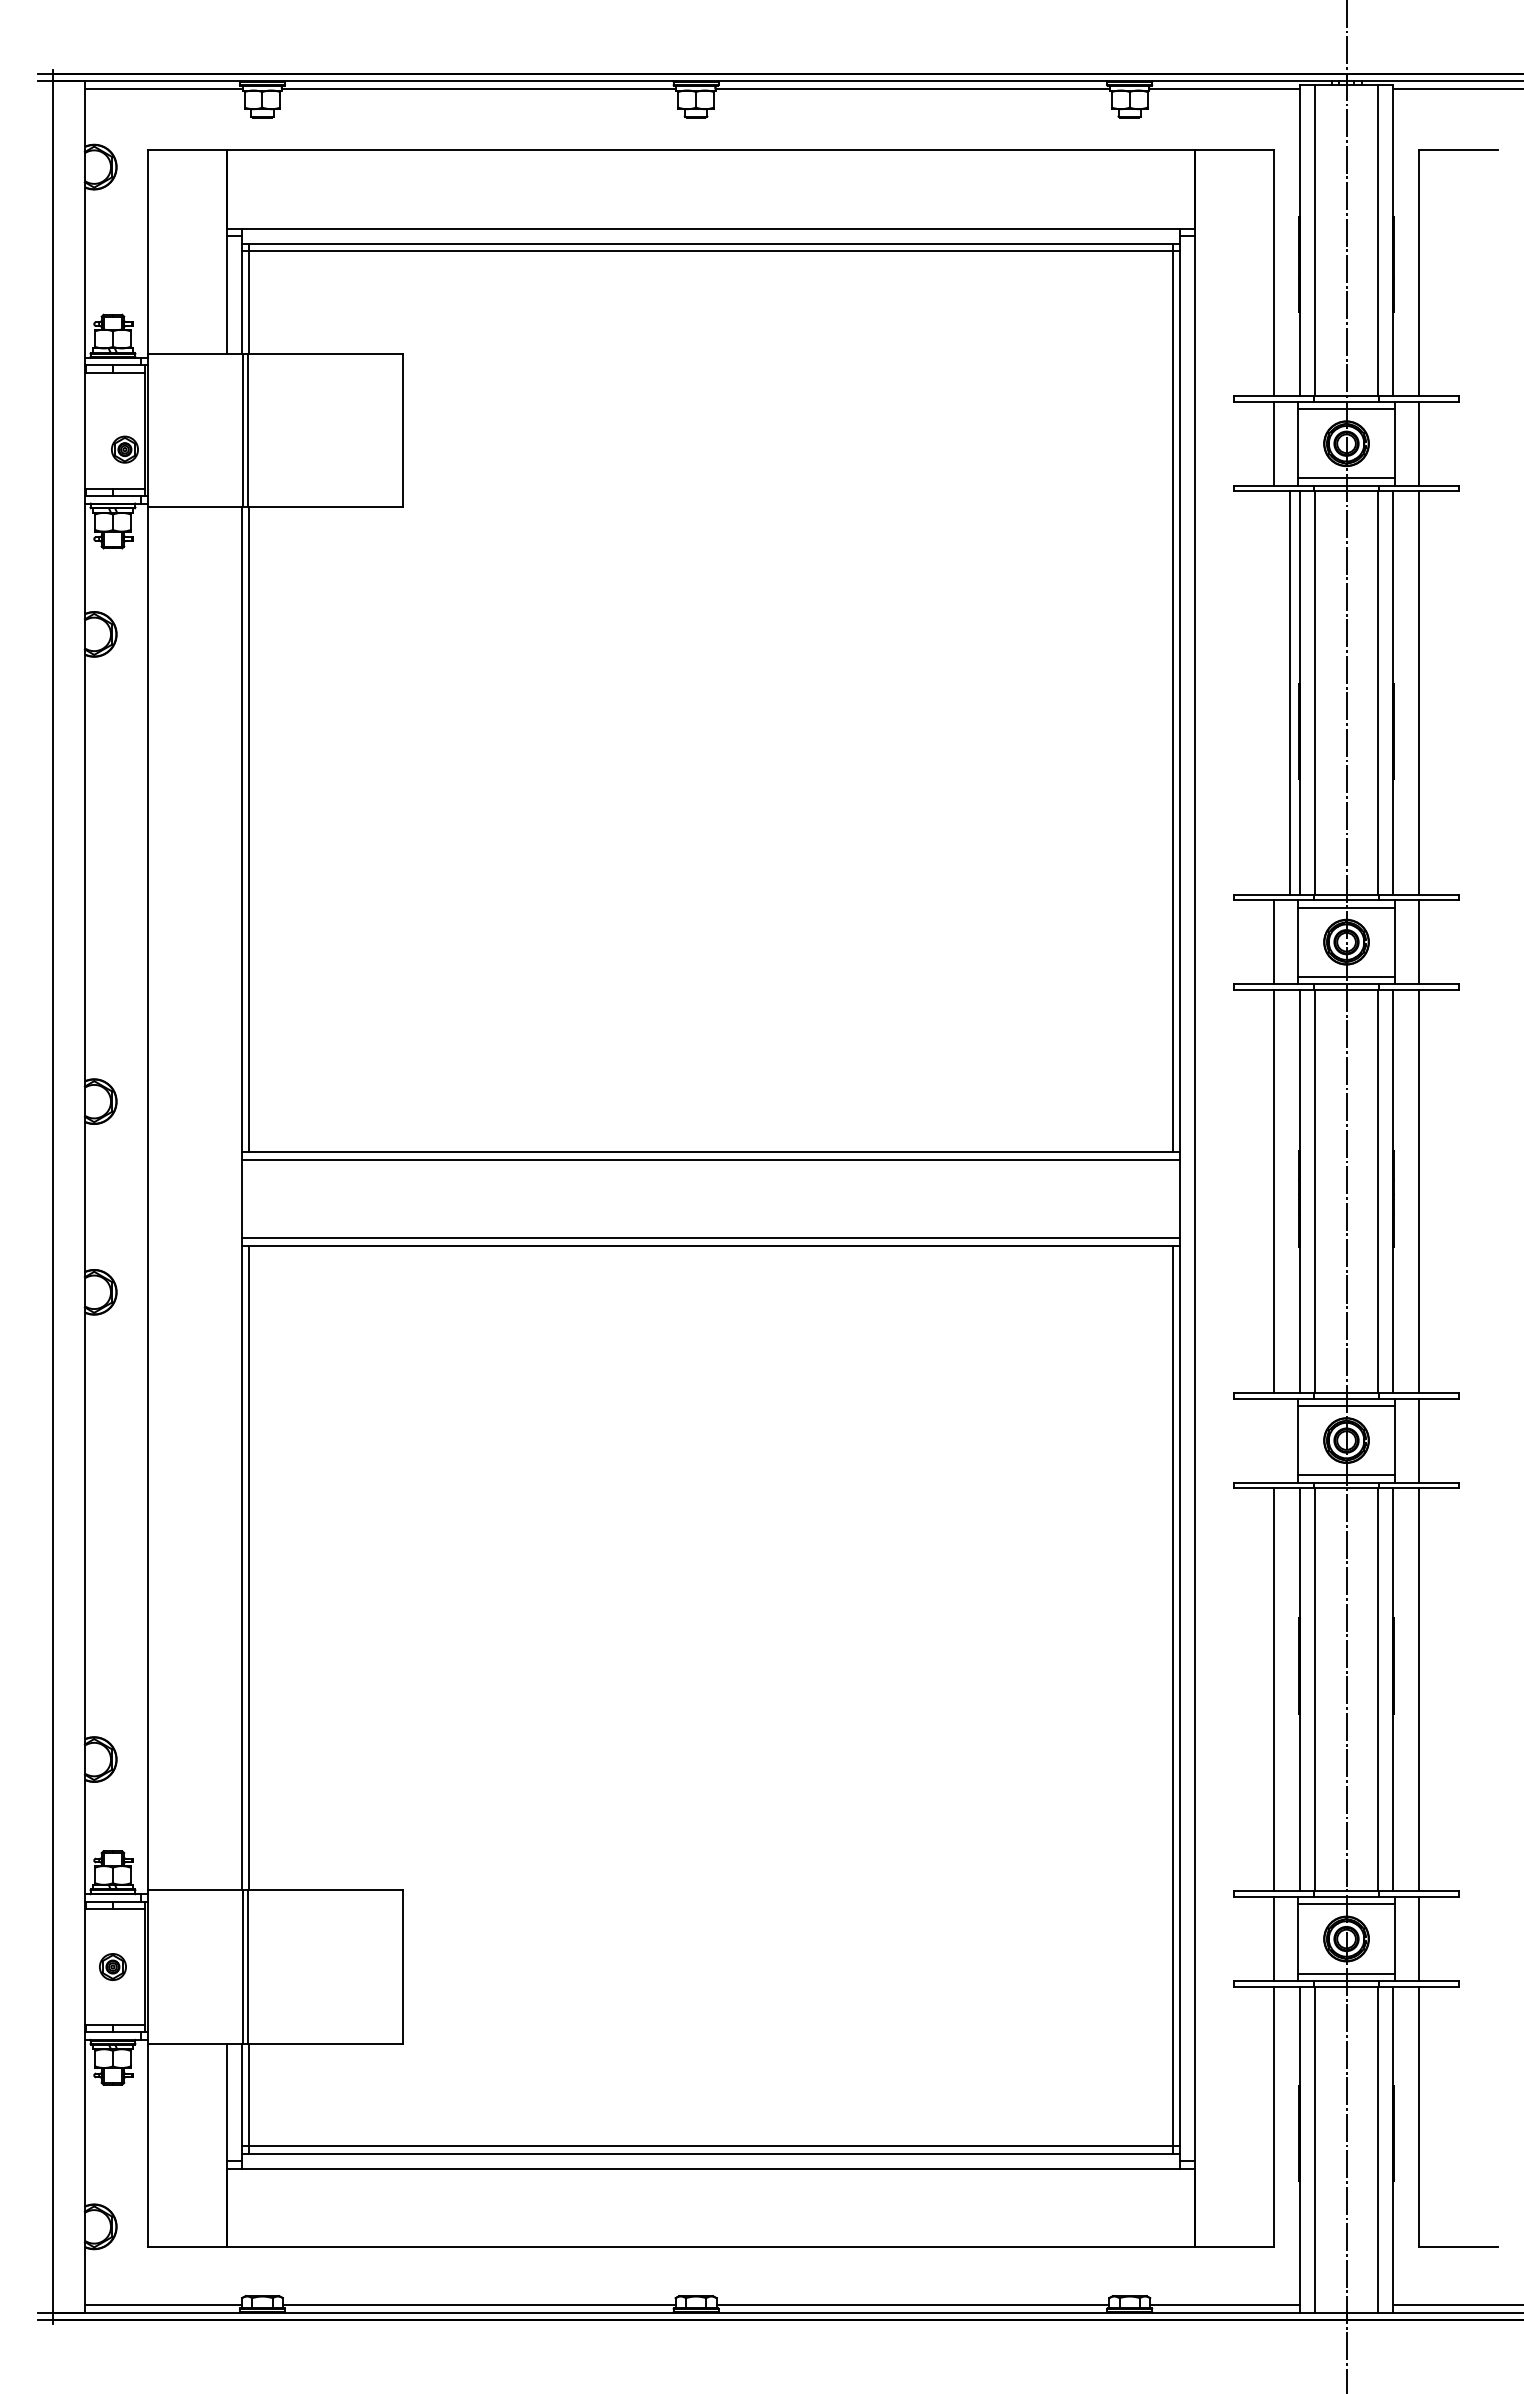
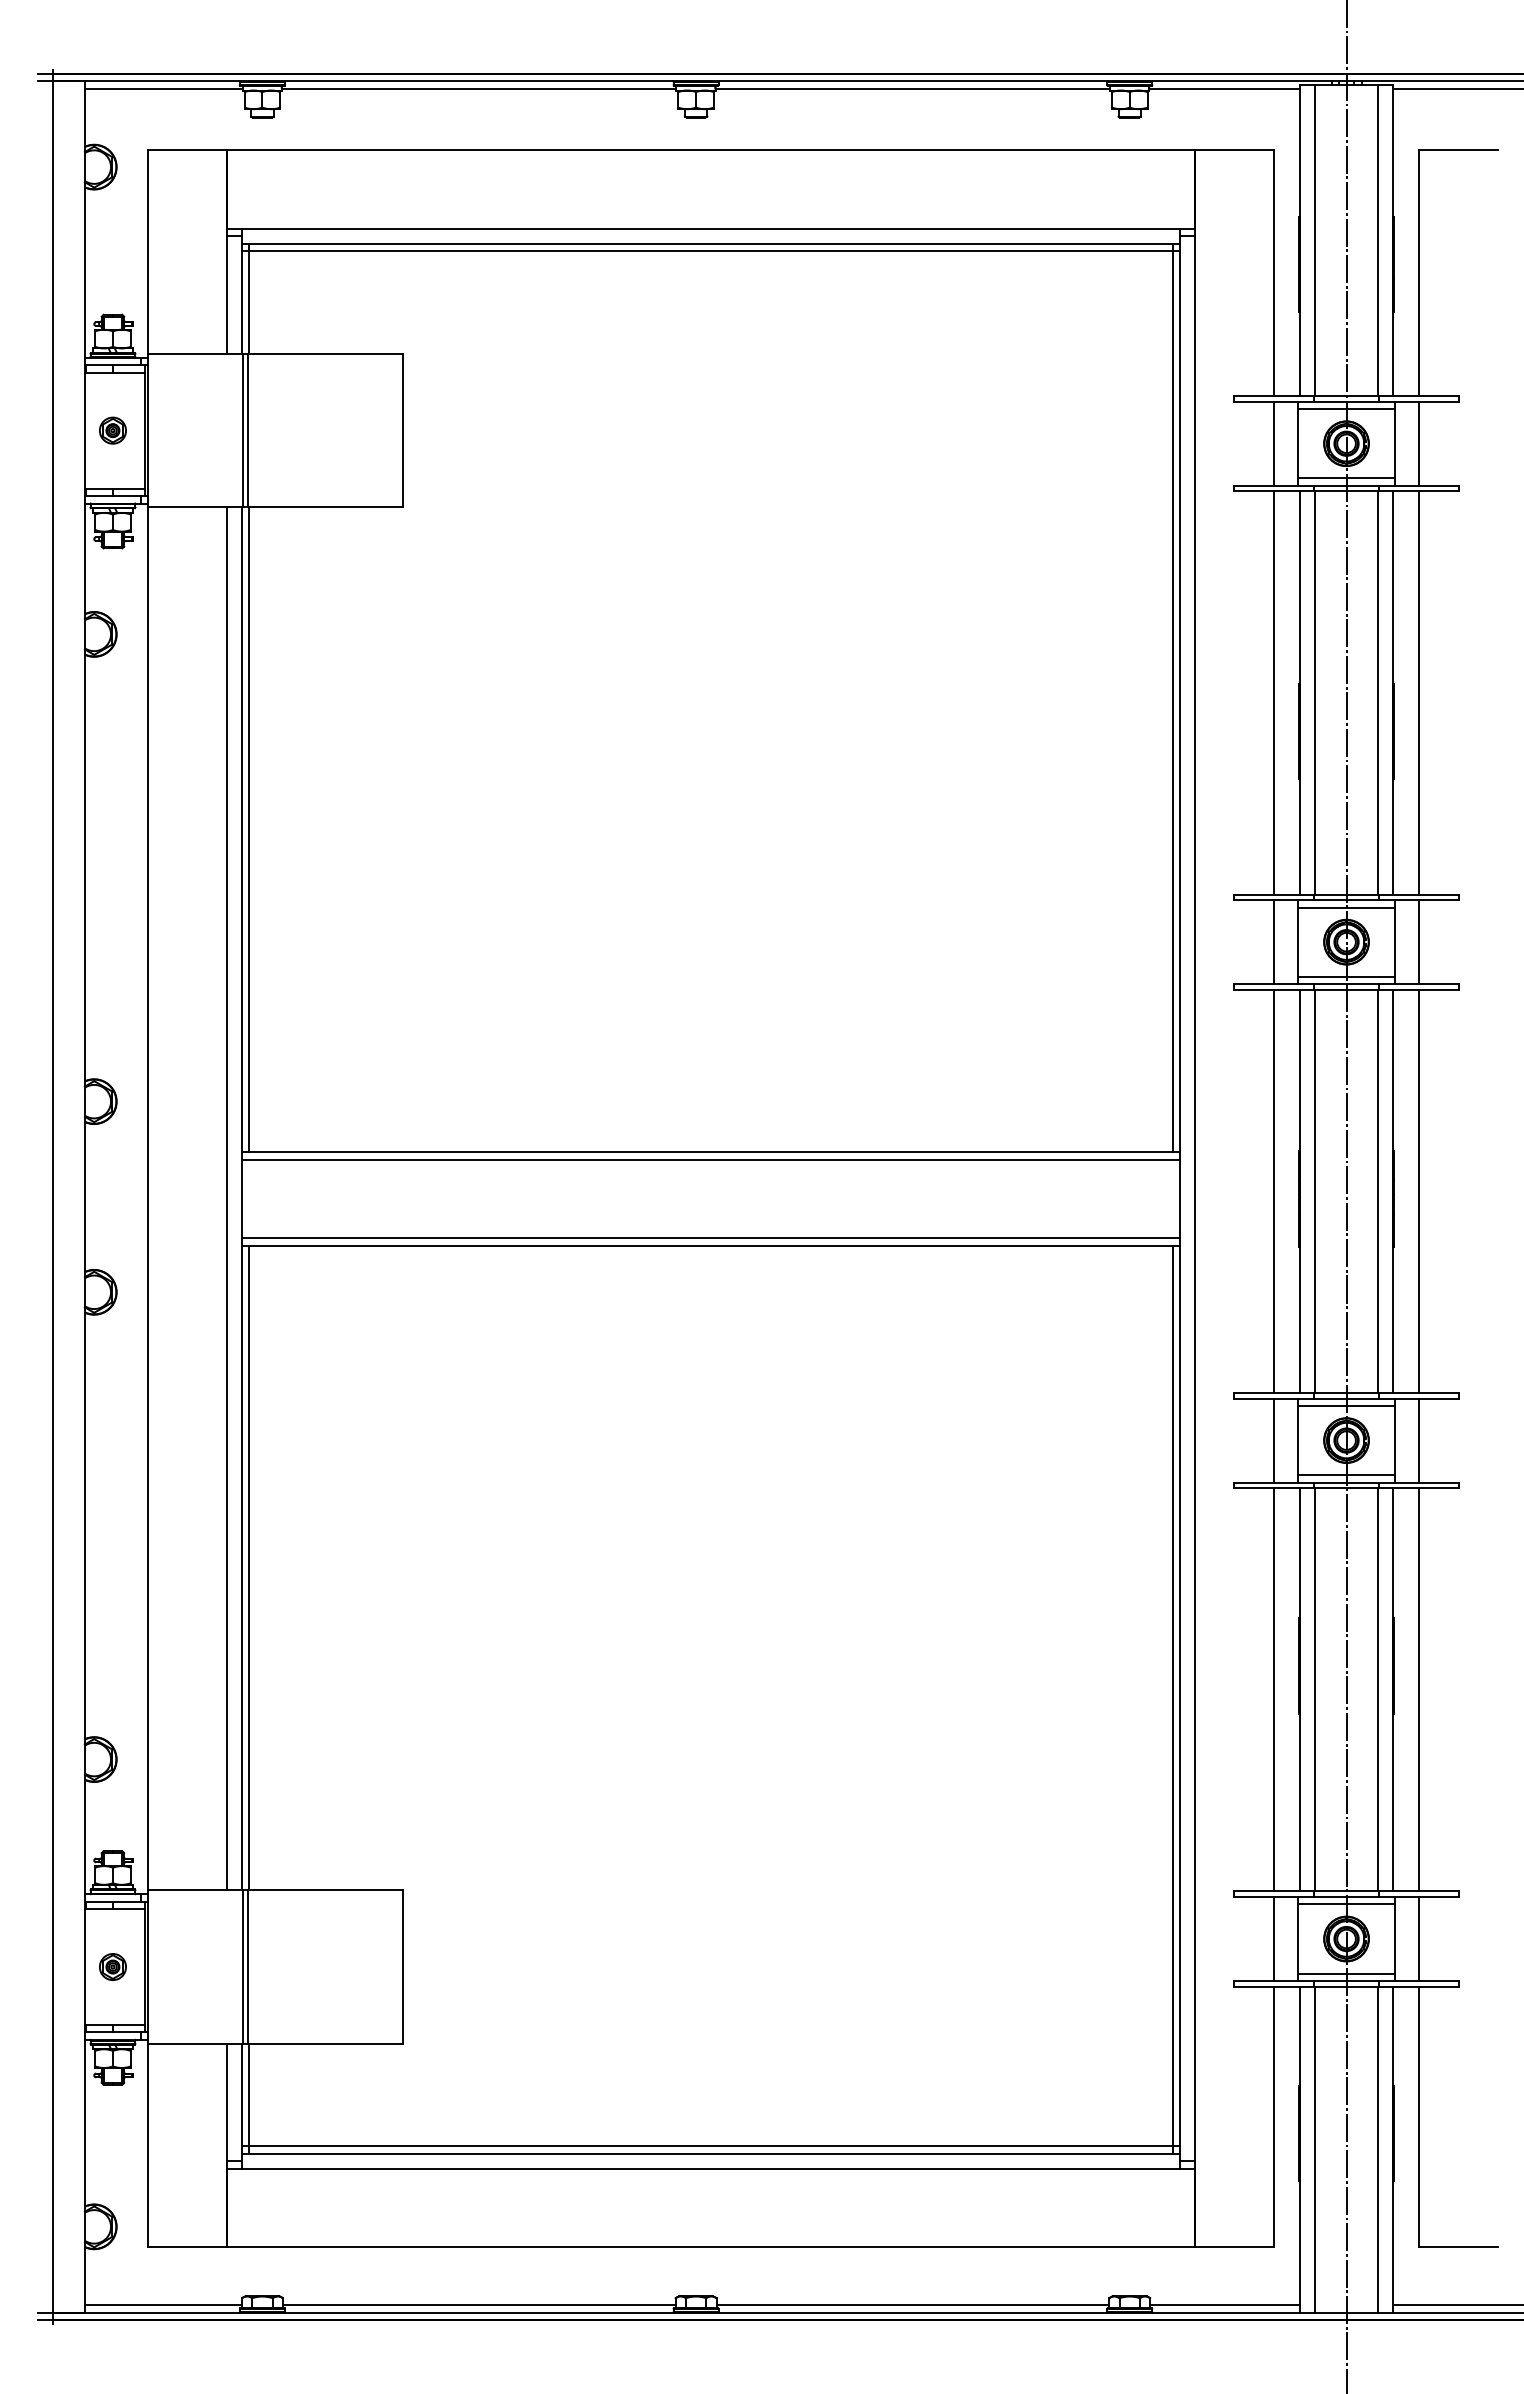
part at (124, 449) position: (124, 449) -> (112, 430)
line at (1289, 692) position: (1289, 692) -> (1273, 692)
line at (226, 1198): none -> present
line at (1273, 1440): none -> present
